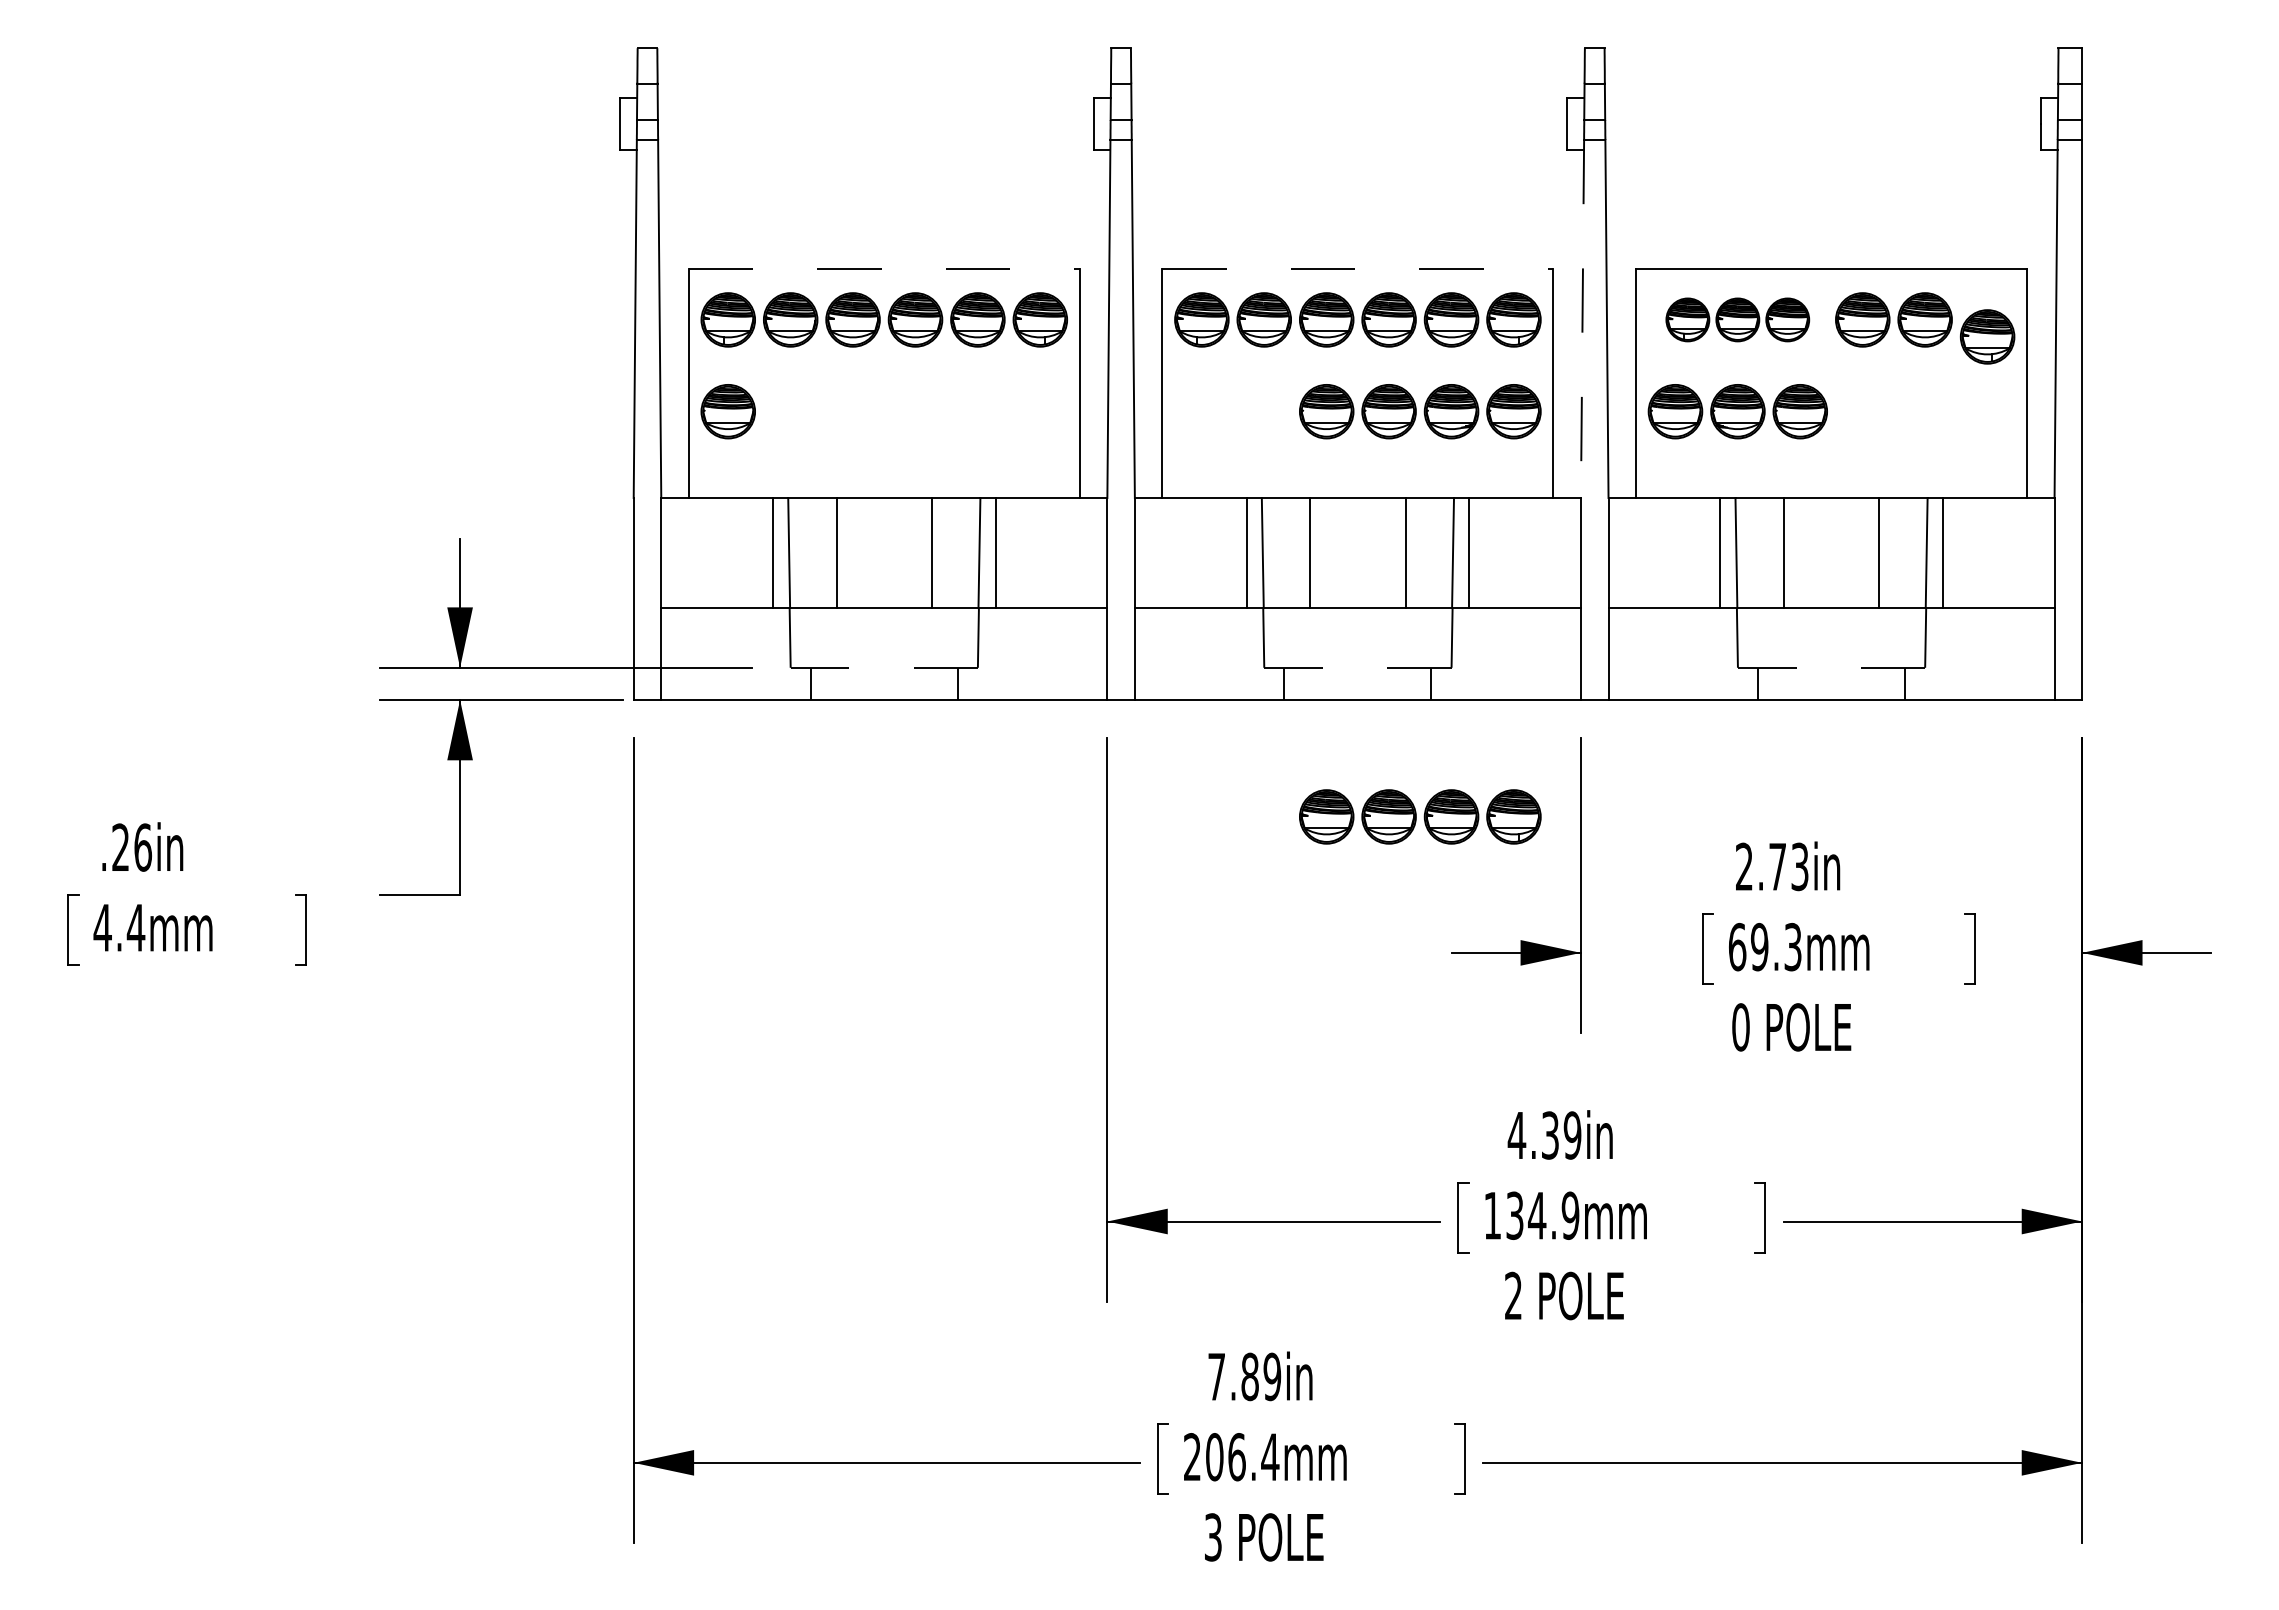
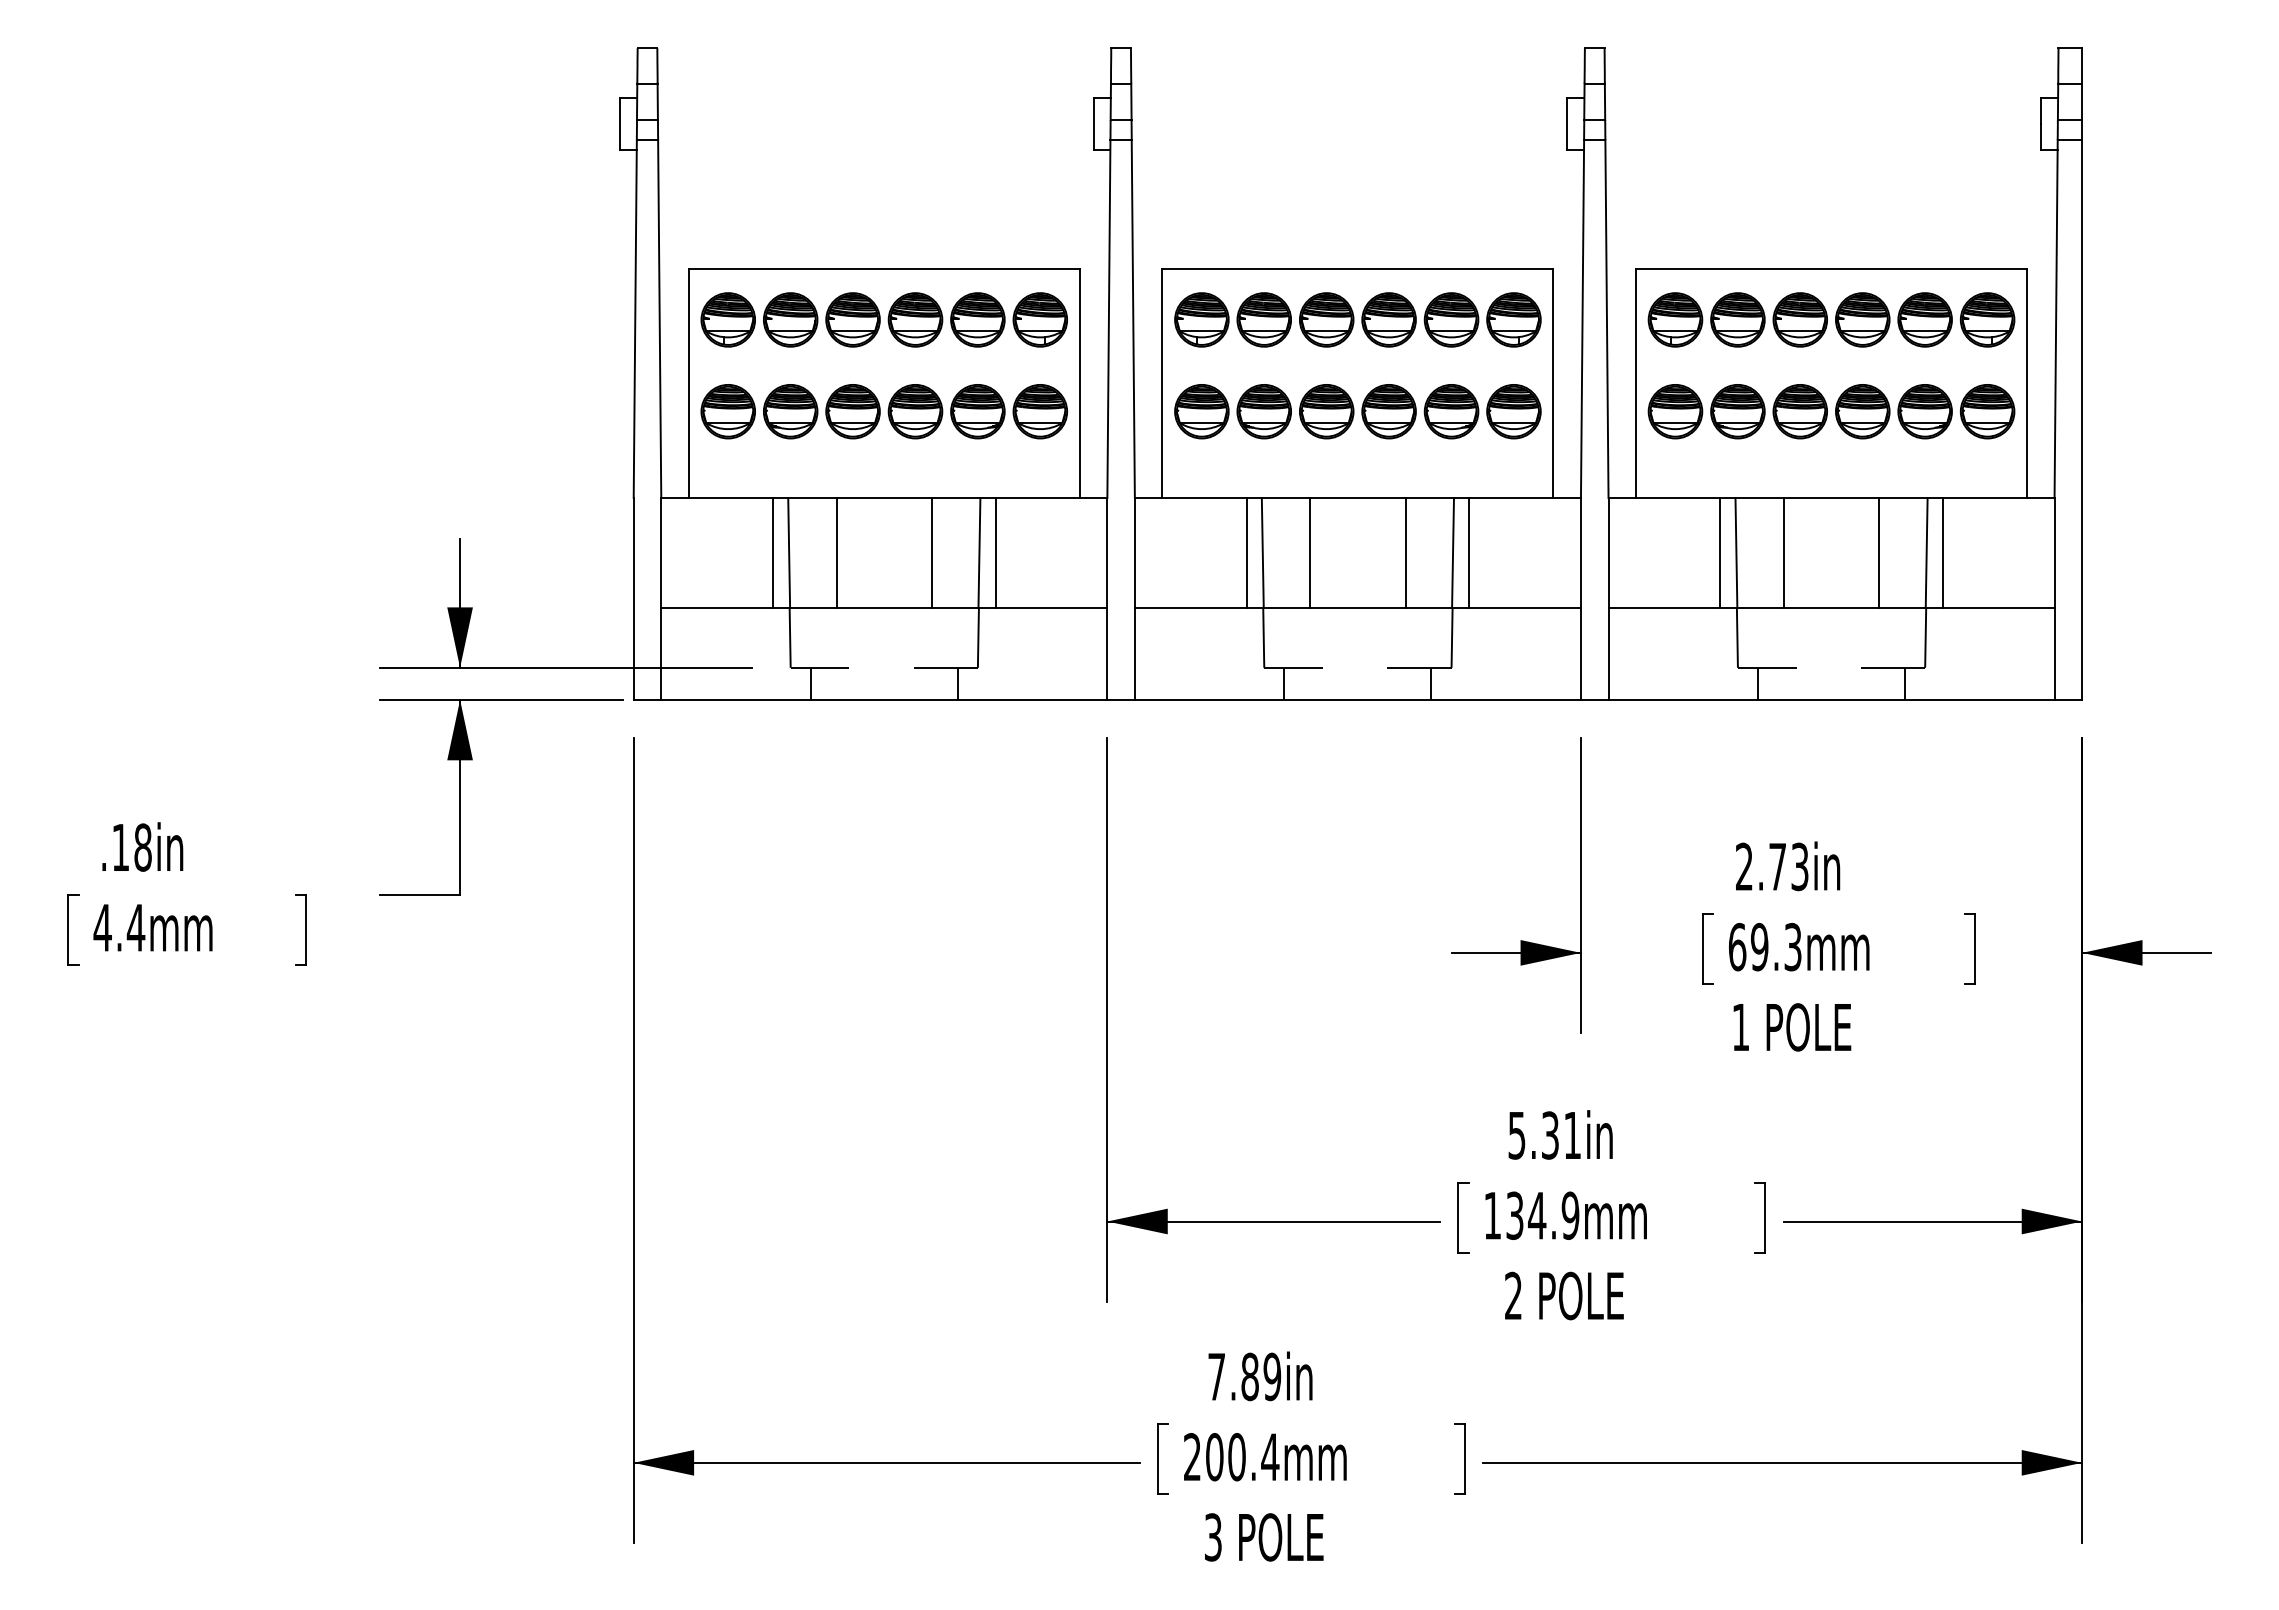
line at (884, 268): dashed -> solid
line at (1358, 268): dashed -> solid
line at (1582, 319): dashed -> solid
part at (1737, 319) size: 146x46 px -> 181x56 px
part at (1987, 336) position: (1987, 336) -> (1987, 319)
part at (915, 411): none -> present
part at (1232, 411): none -> present
part at (1925, 411): none -> present
part at (1420, 816): present -> none
text at (132, 847): .26in -> .18in
text at (1740, 1027): 0 -> 1
text at (1544, 1135): 4.39in -> 5.31in
text at (1236, 1457): 206.4mm -> 200.4mm
